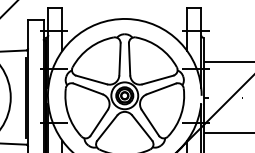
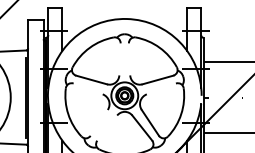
line at (119, 59): present -> none
line at (129, 59): present -> none
line at (87, 88): present -> none
line at (160, 88): present -> none
line at (98, 122): present -> none
line at (107, 127): present -> none
